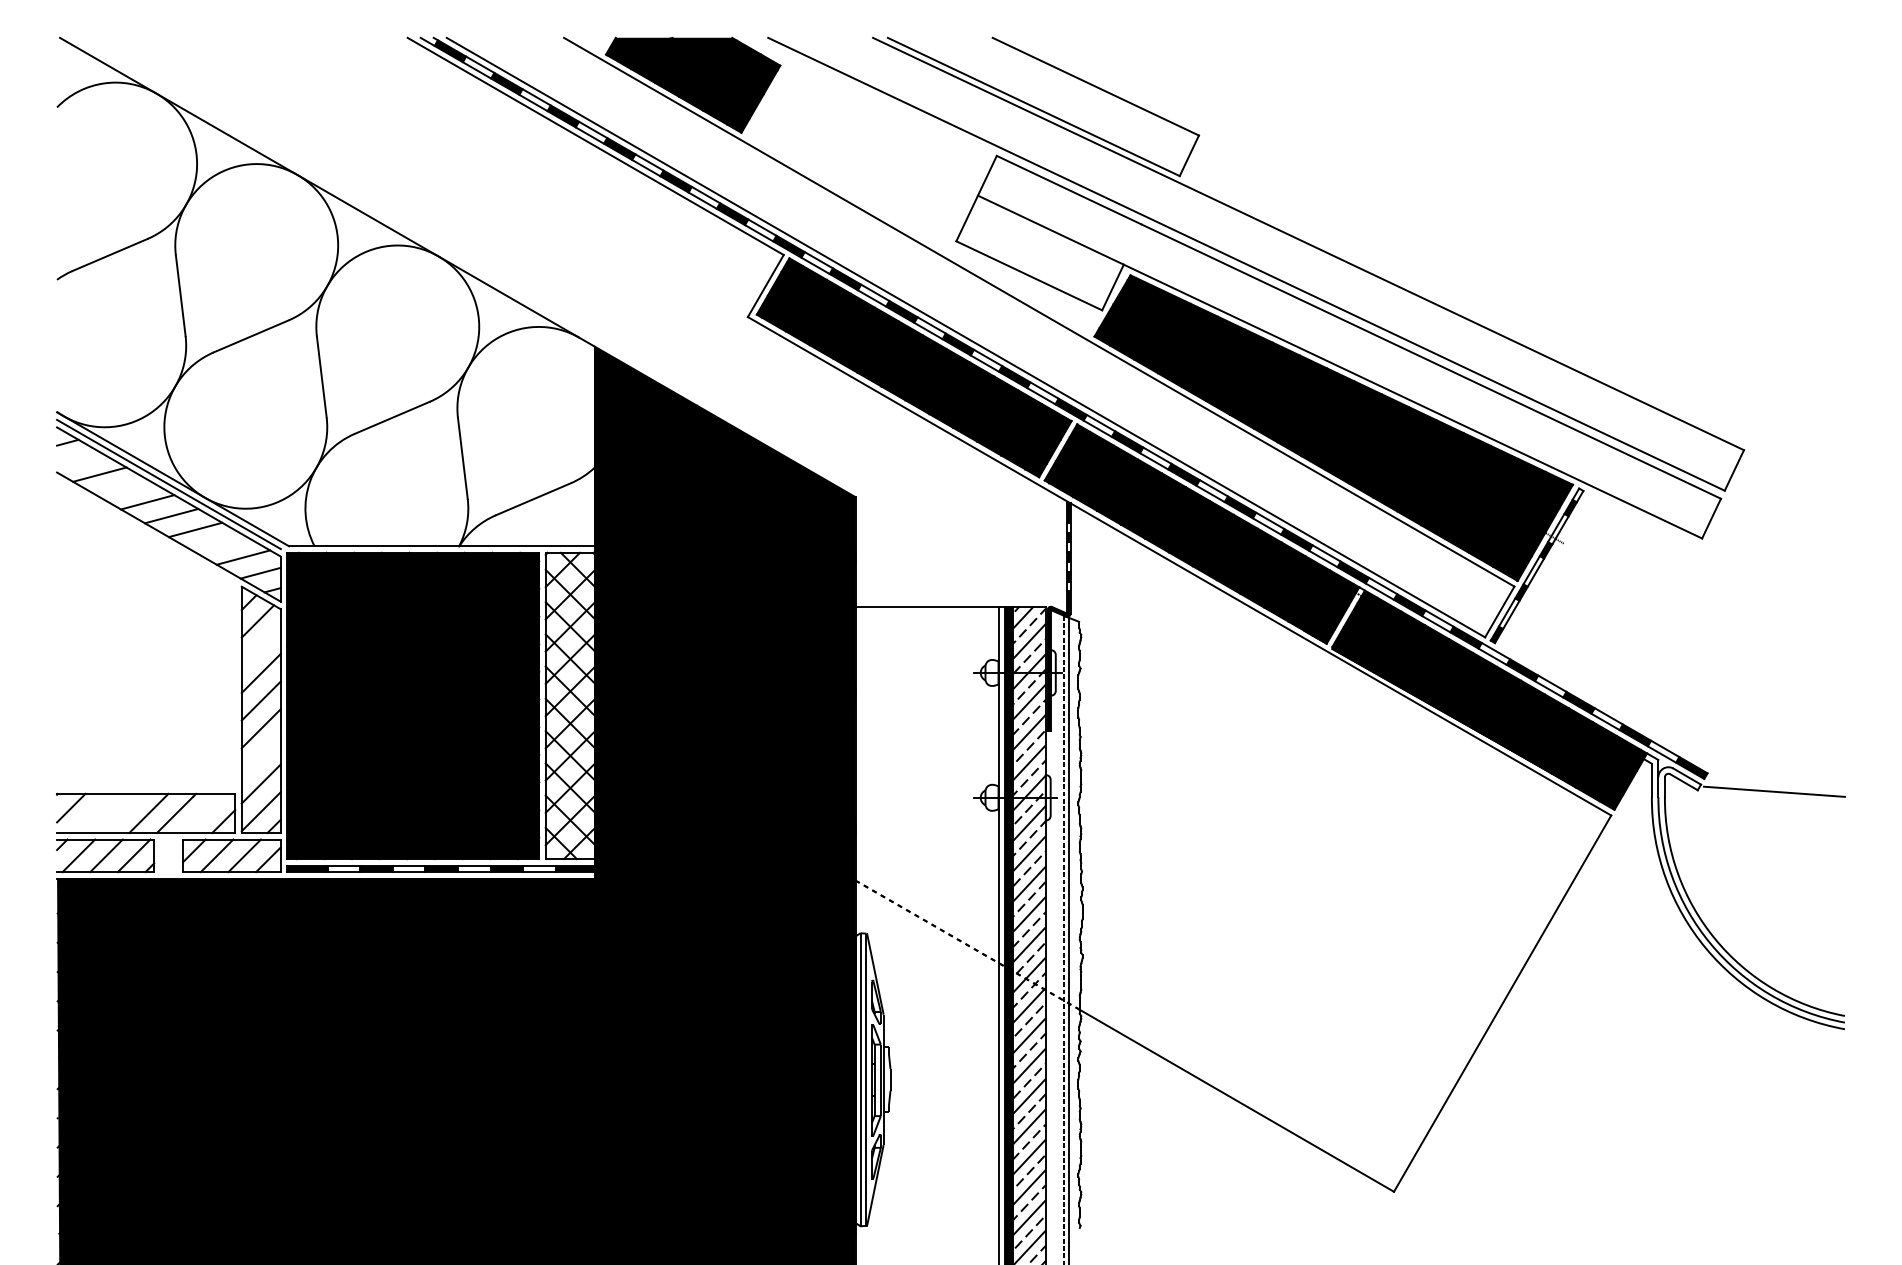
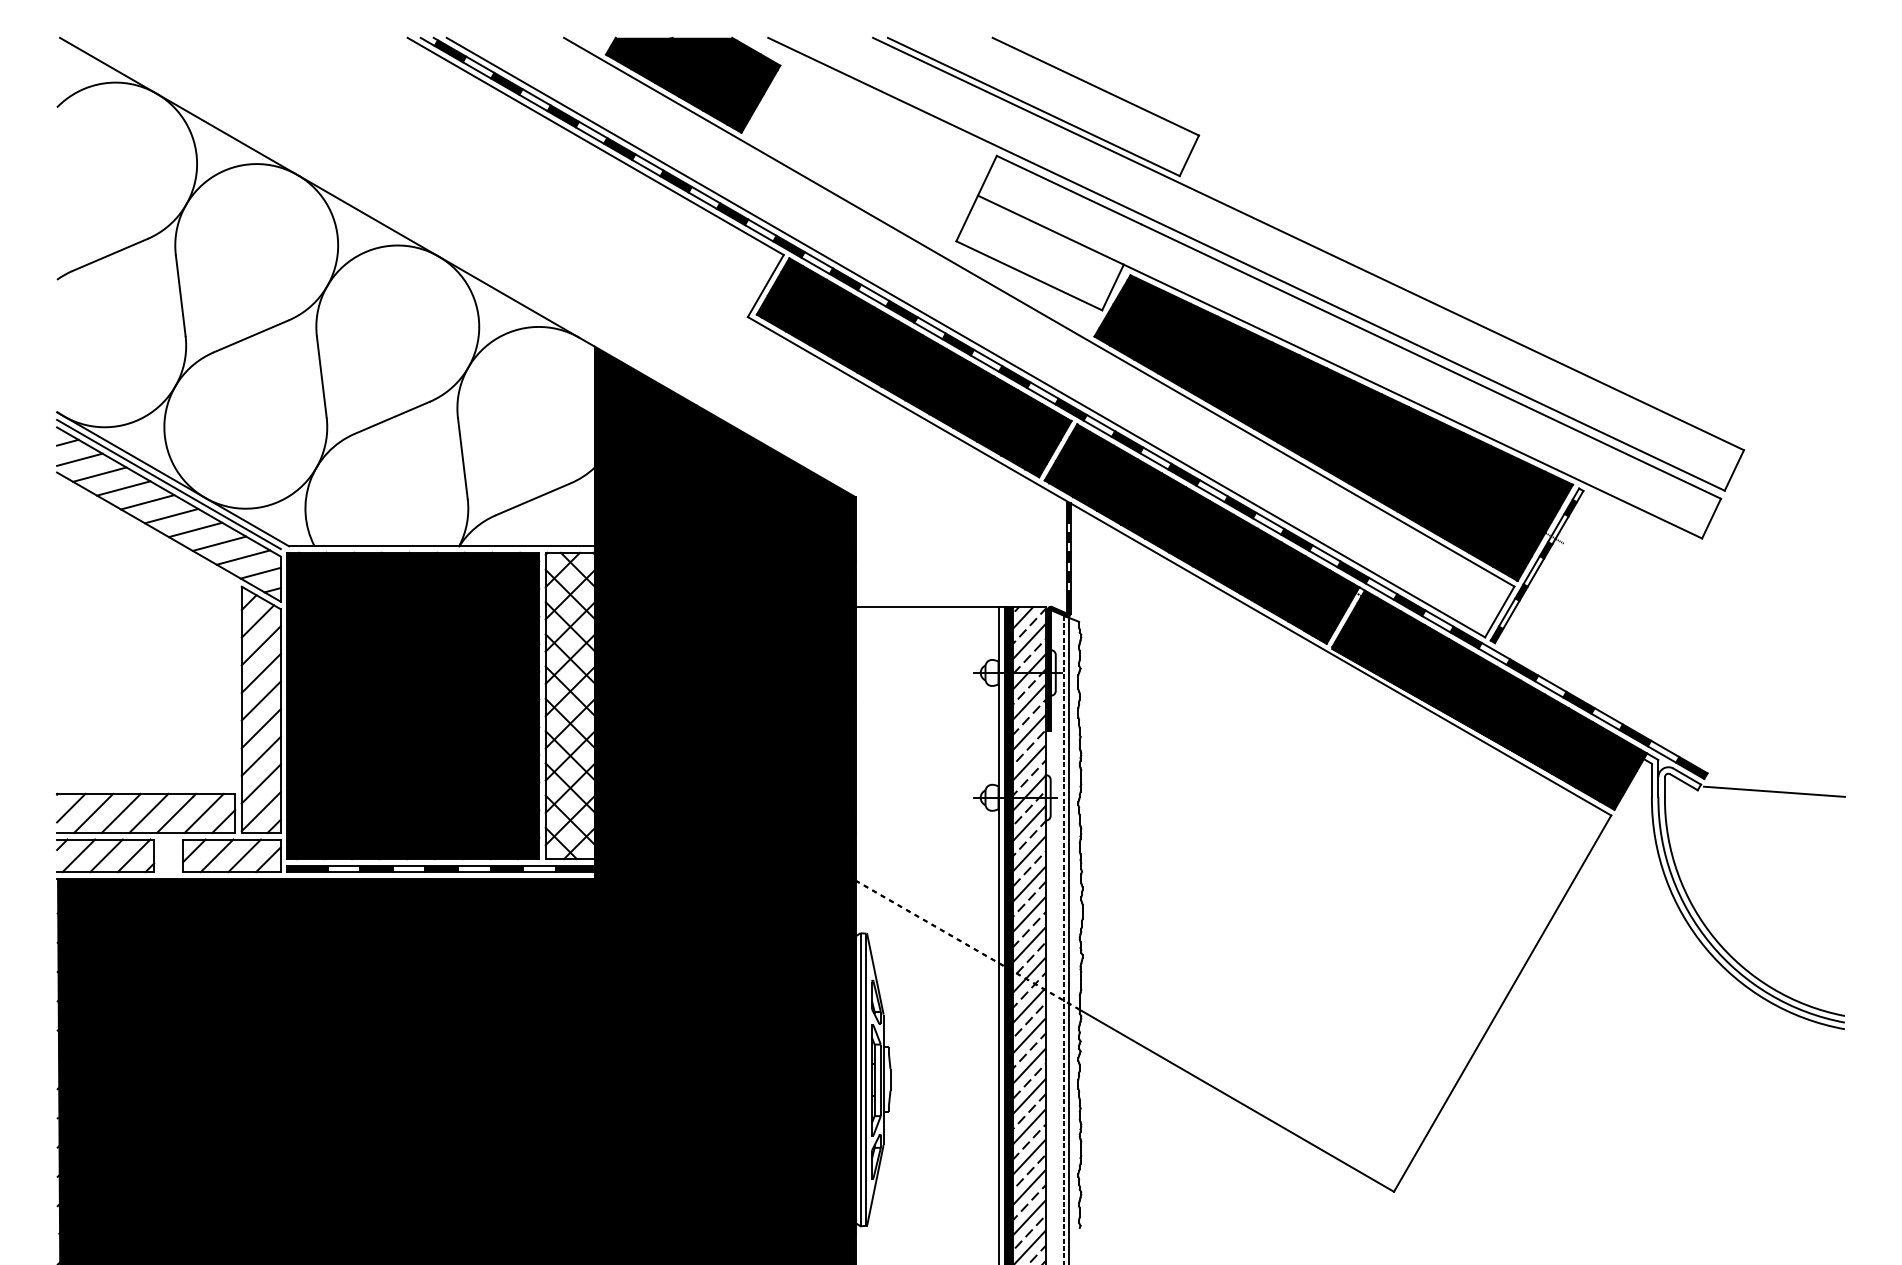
line at (79, 459): none -> present
line at (123, 488): none -> present
line at (219, 543): none -> present
line at (260, 645): none -> present
line at (260, 755): none -> present
line at (93, 813): none -> present
line at (120, 813): none -> present
line at (203, 813): none -> present
